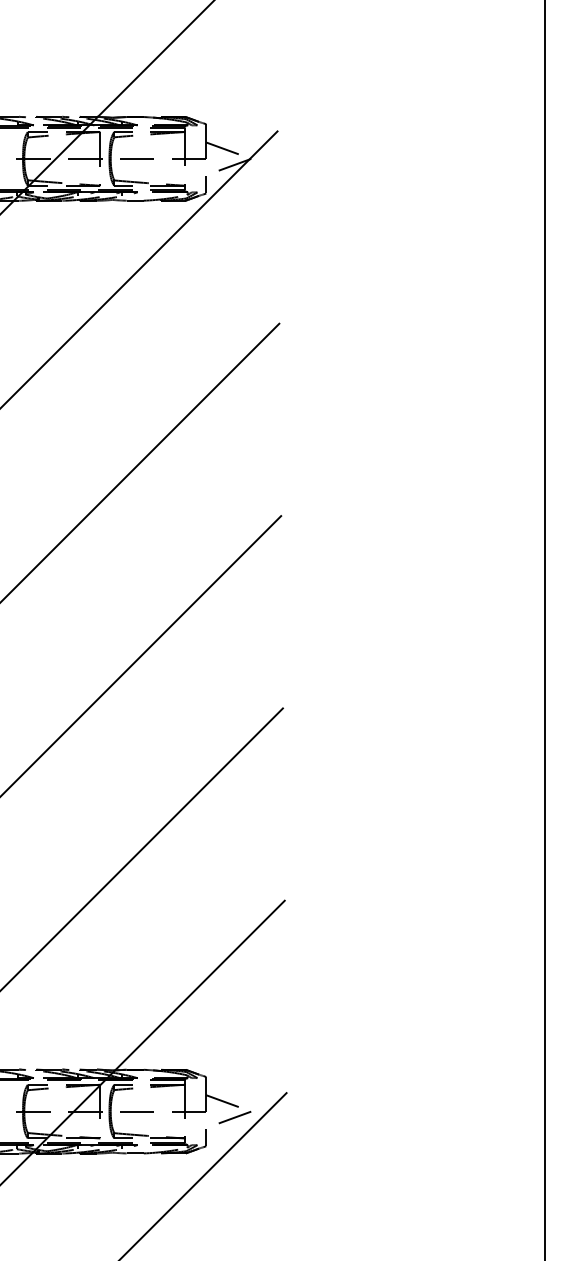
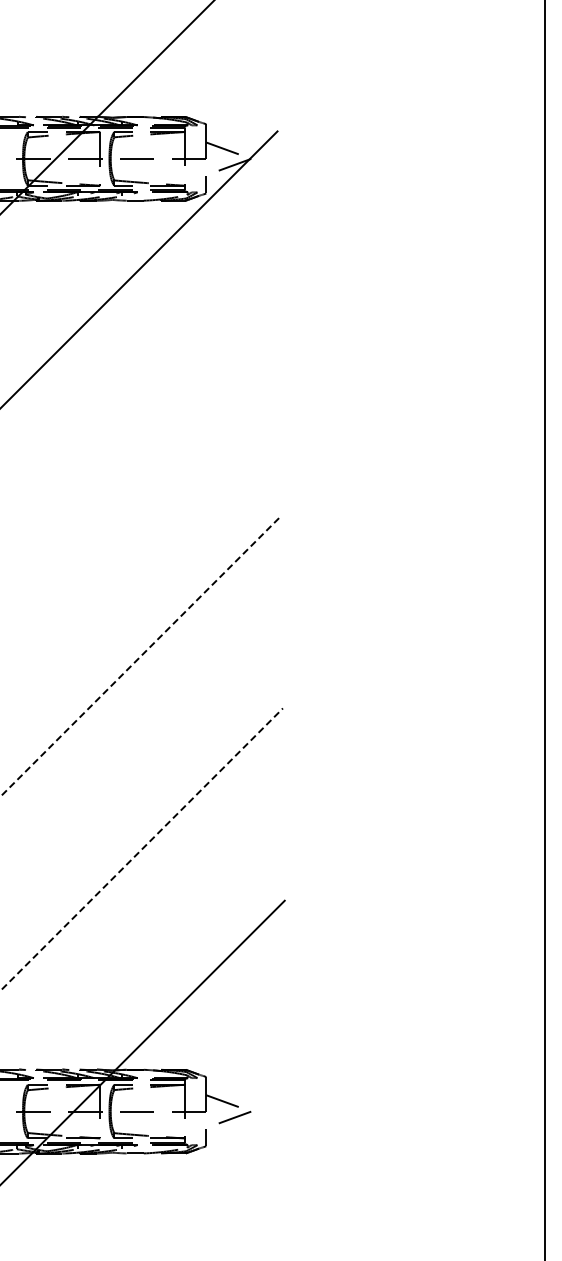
line at (140, 462): present -> none
line at (141, 656): solid -> dashed
line at (141, 849): solid -> dashed
line at (203, 1175): present -> none
